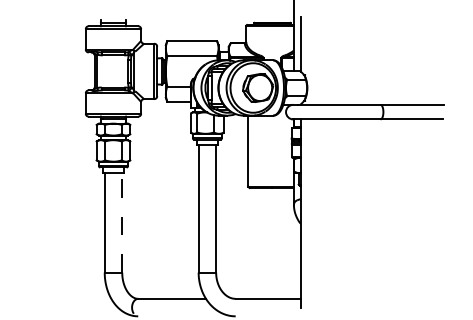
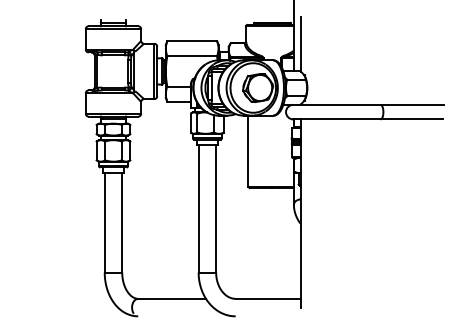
line at (122, 222): dashed -> solid
